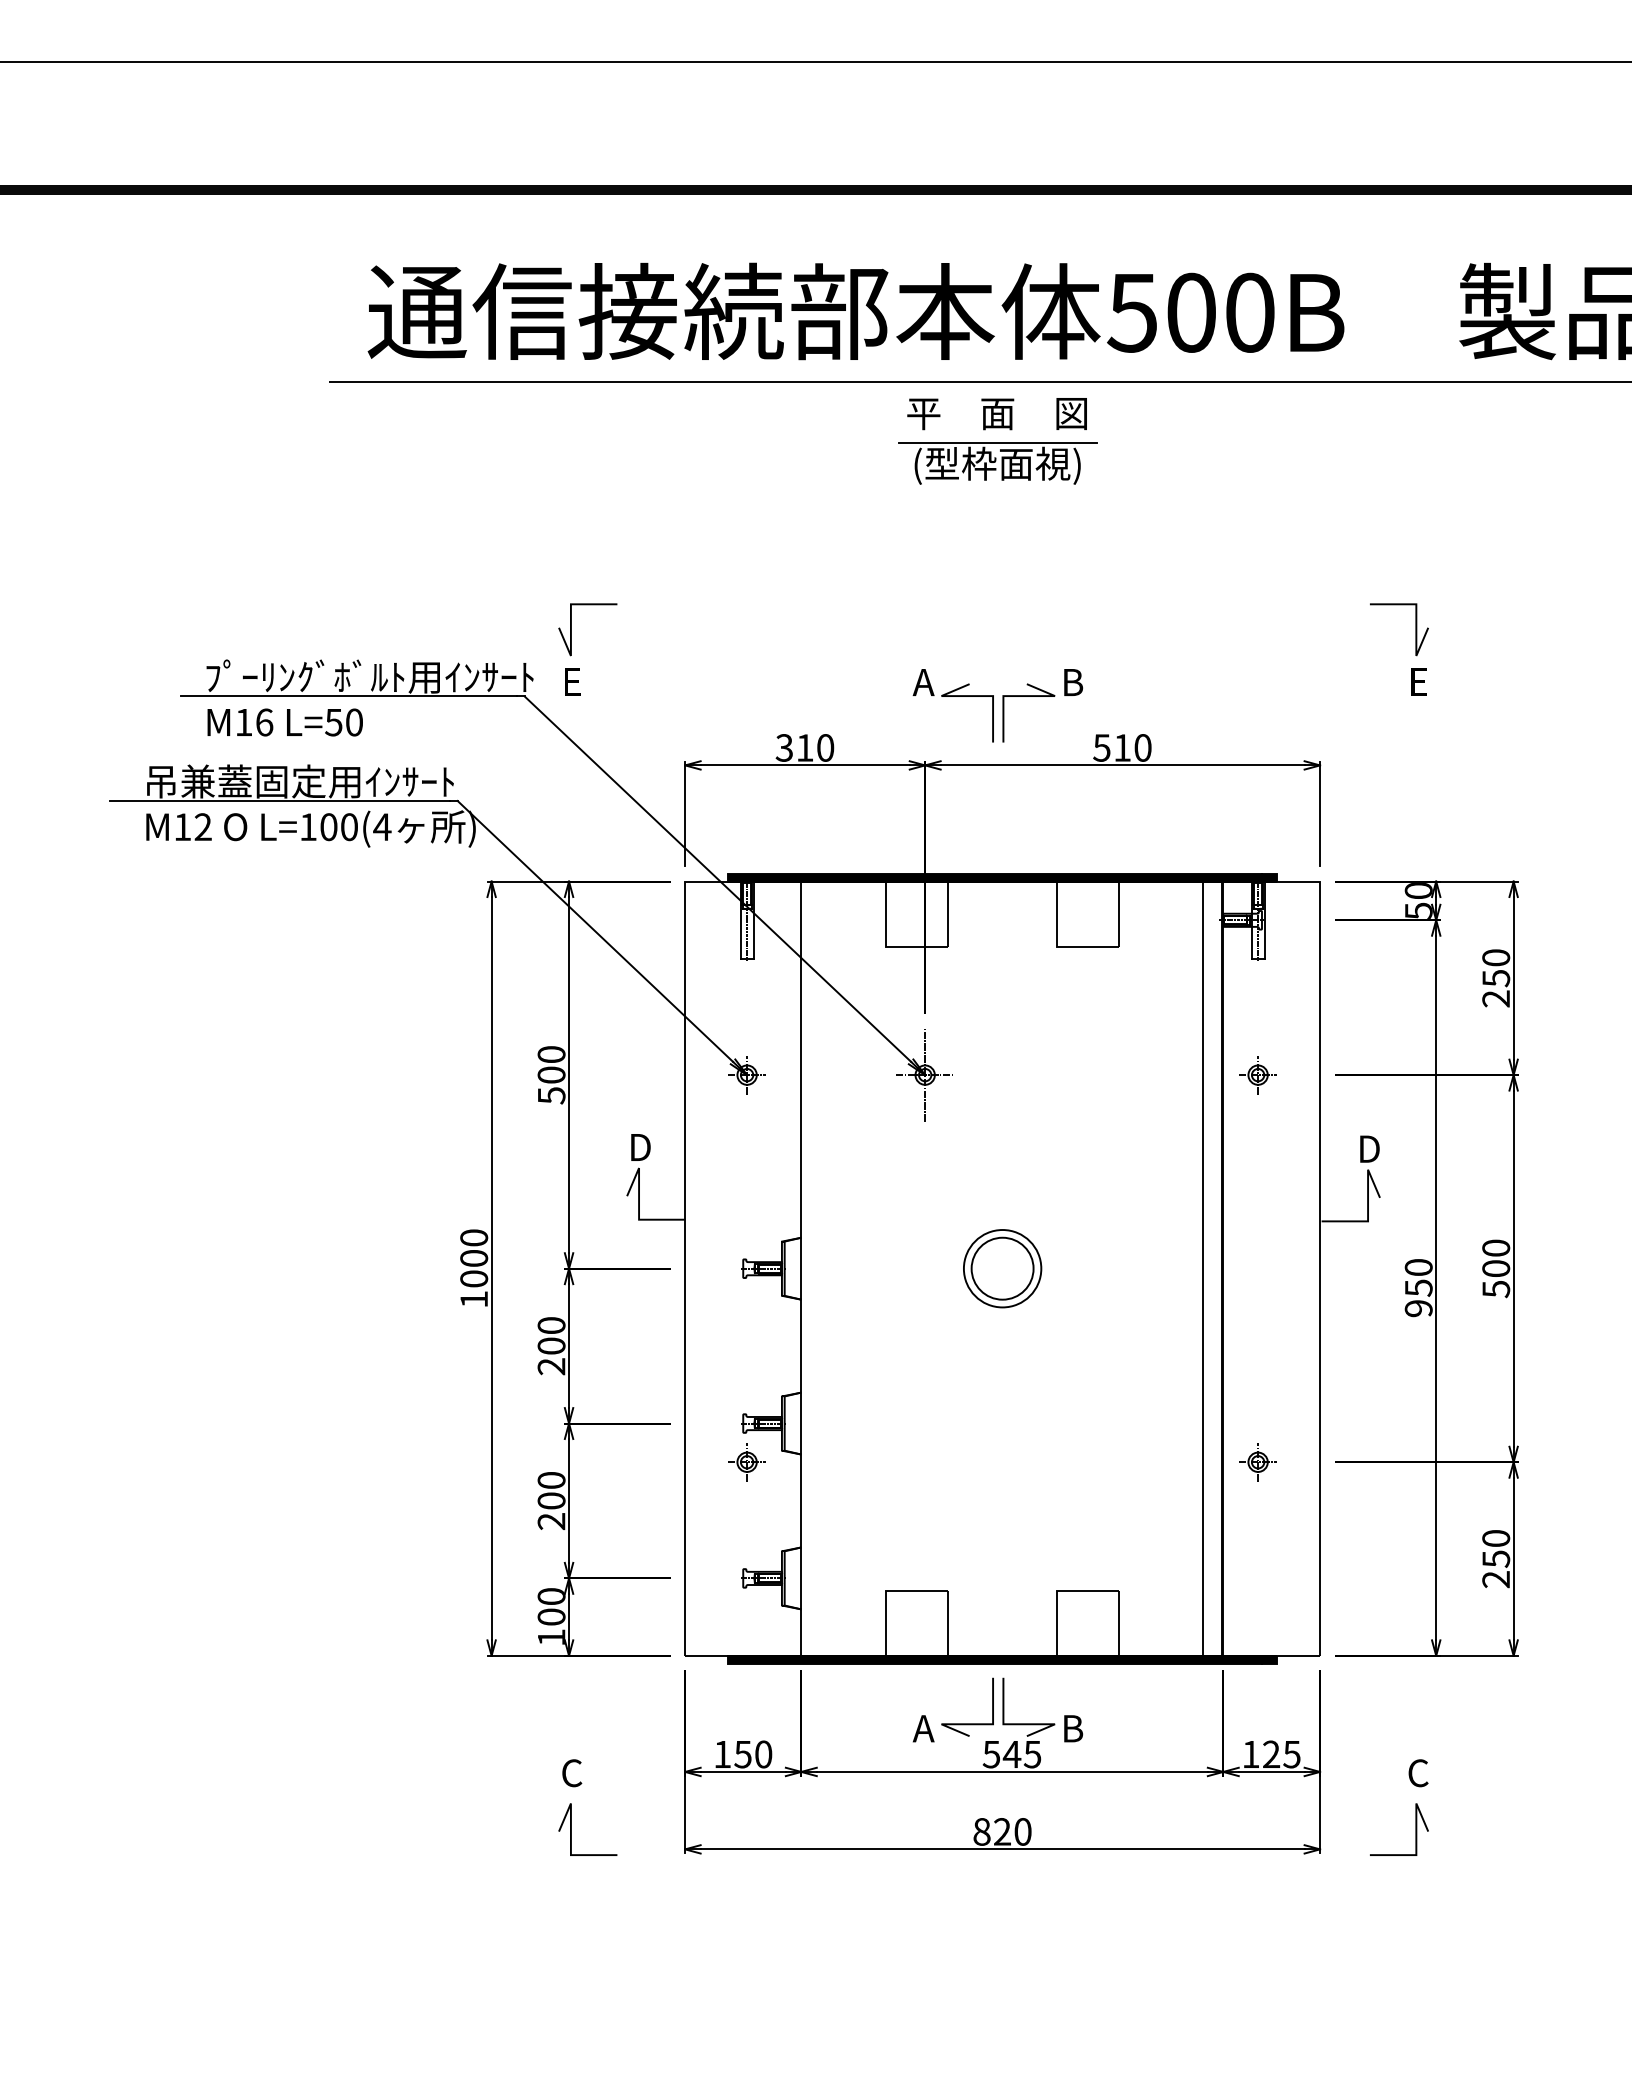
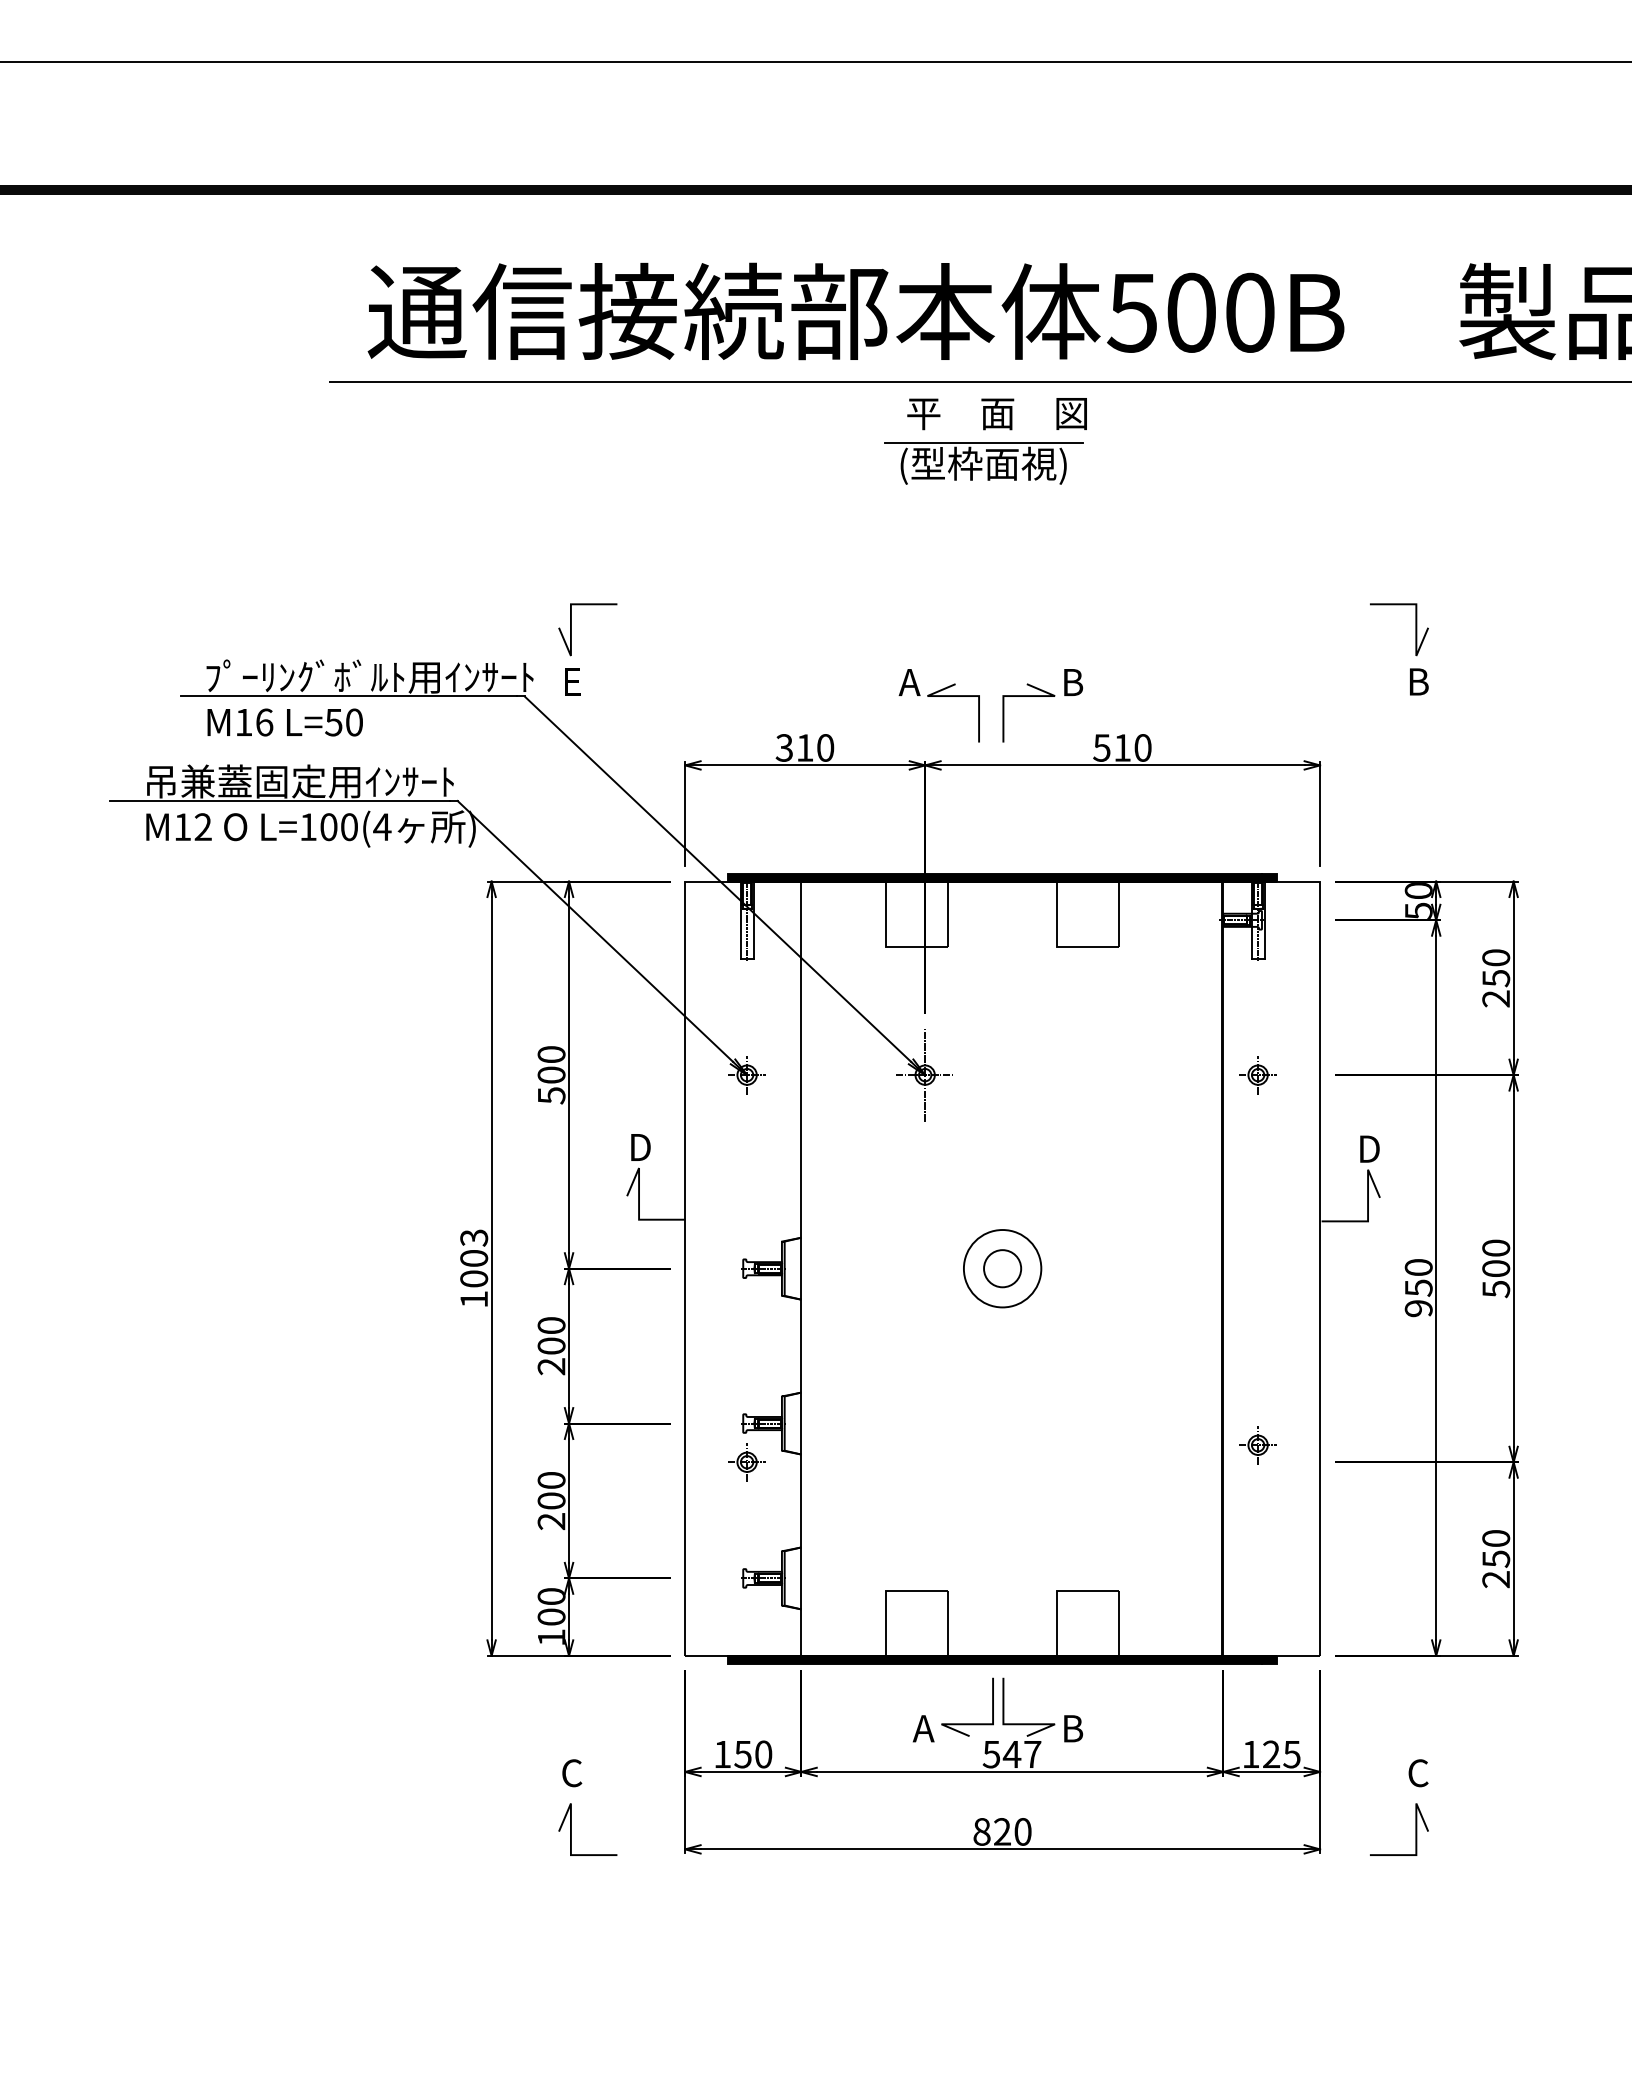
part at (997, 463) position: (997, 463) -> (983, 463)
text at (1419, 681): E -> B
part at (952, 696) position: (952, 696) -> (938, 696)
text at (474, 1237): 1000 -> 1003
circle at (1002, 1268) diameter: 62 px -> 37 px
line at (1202, 1268): present -> none
part at (1257, 1462) position: (1257, 1462) -> (1257, 1445)
text at (1032, 1754): 545 -> 547
